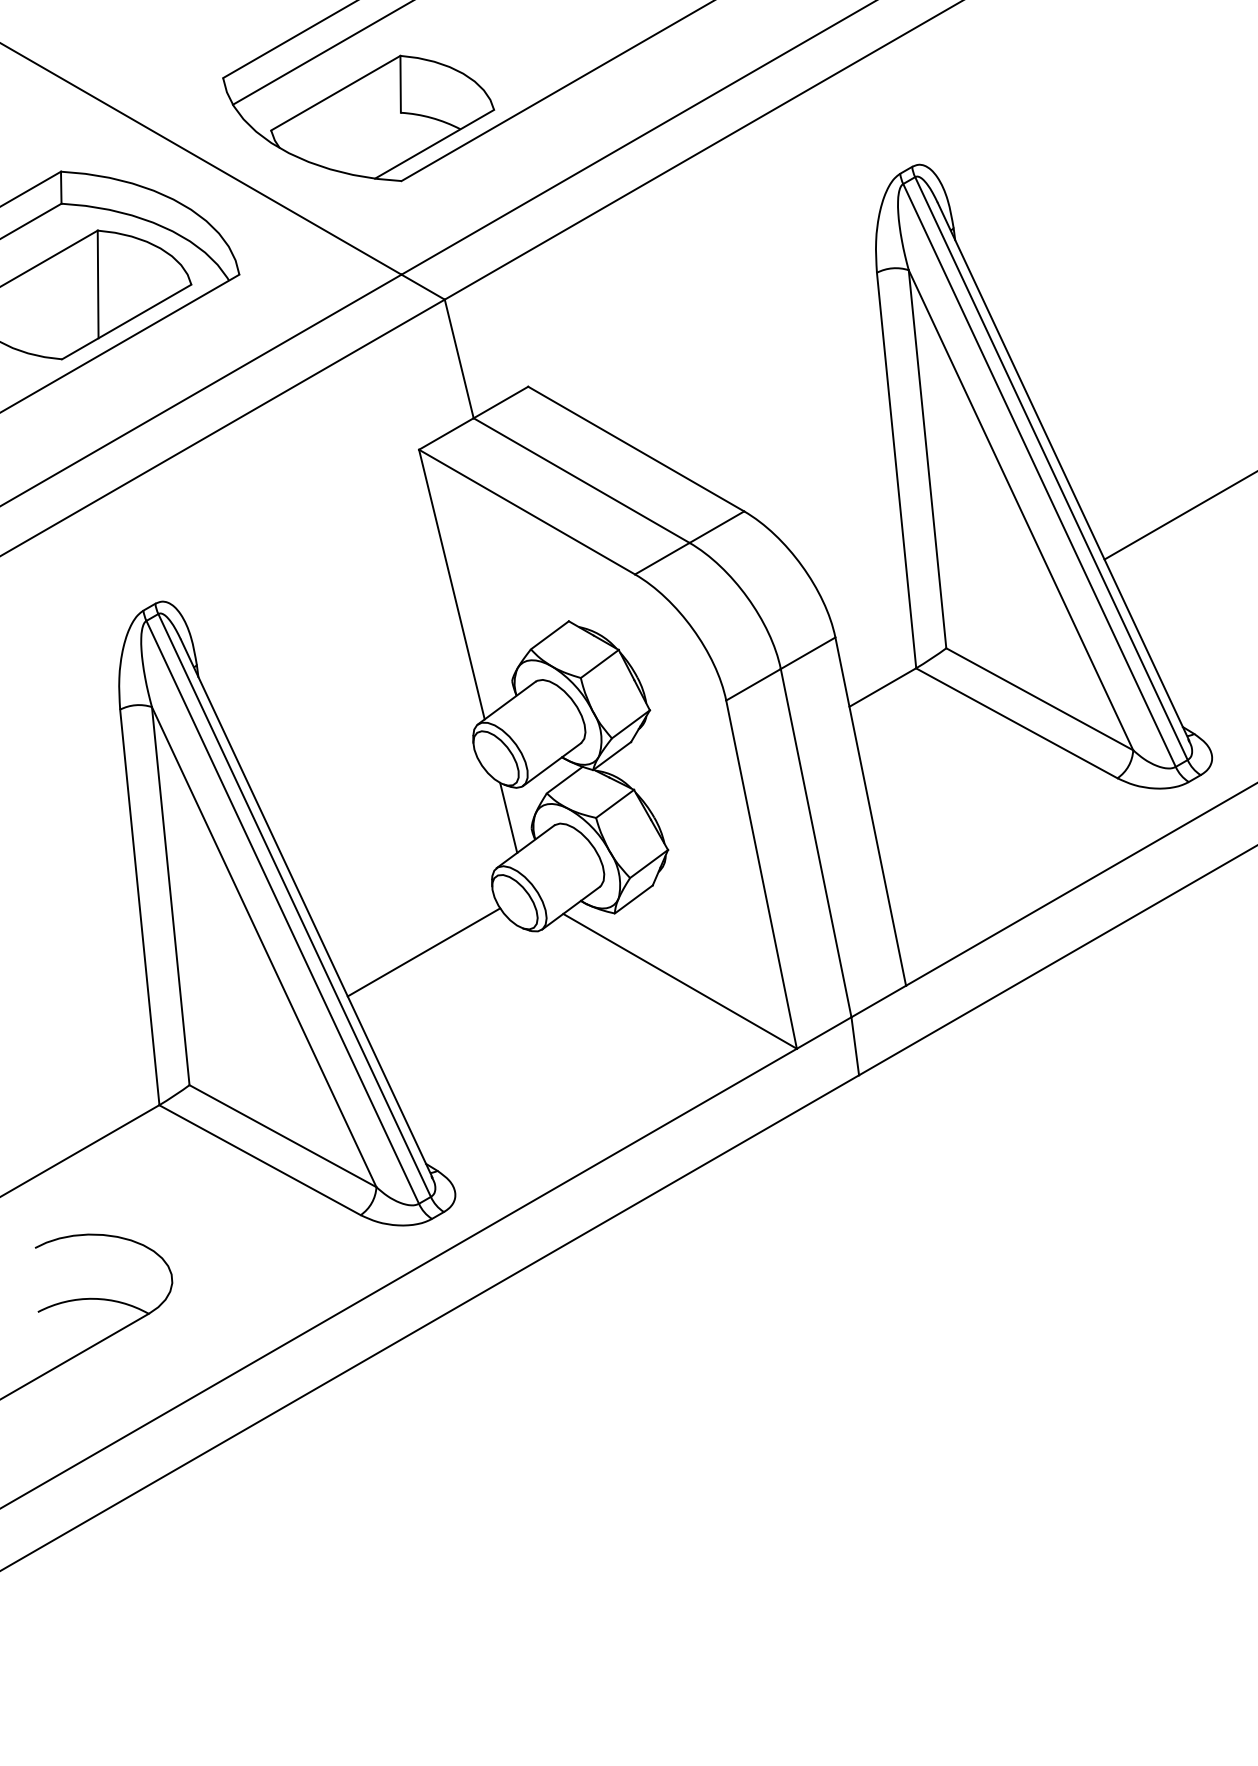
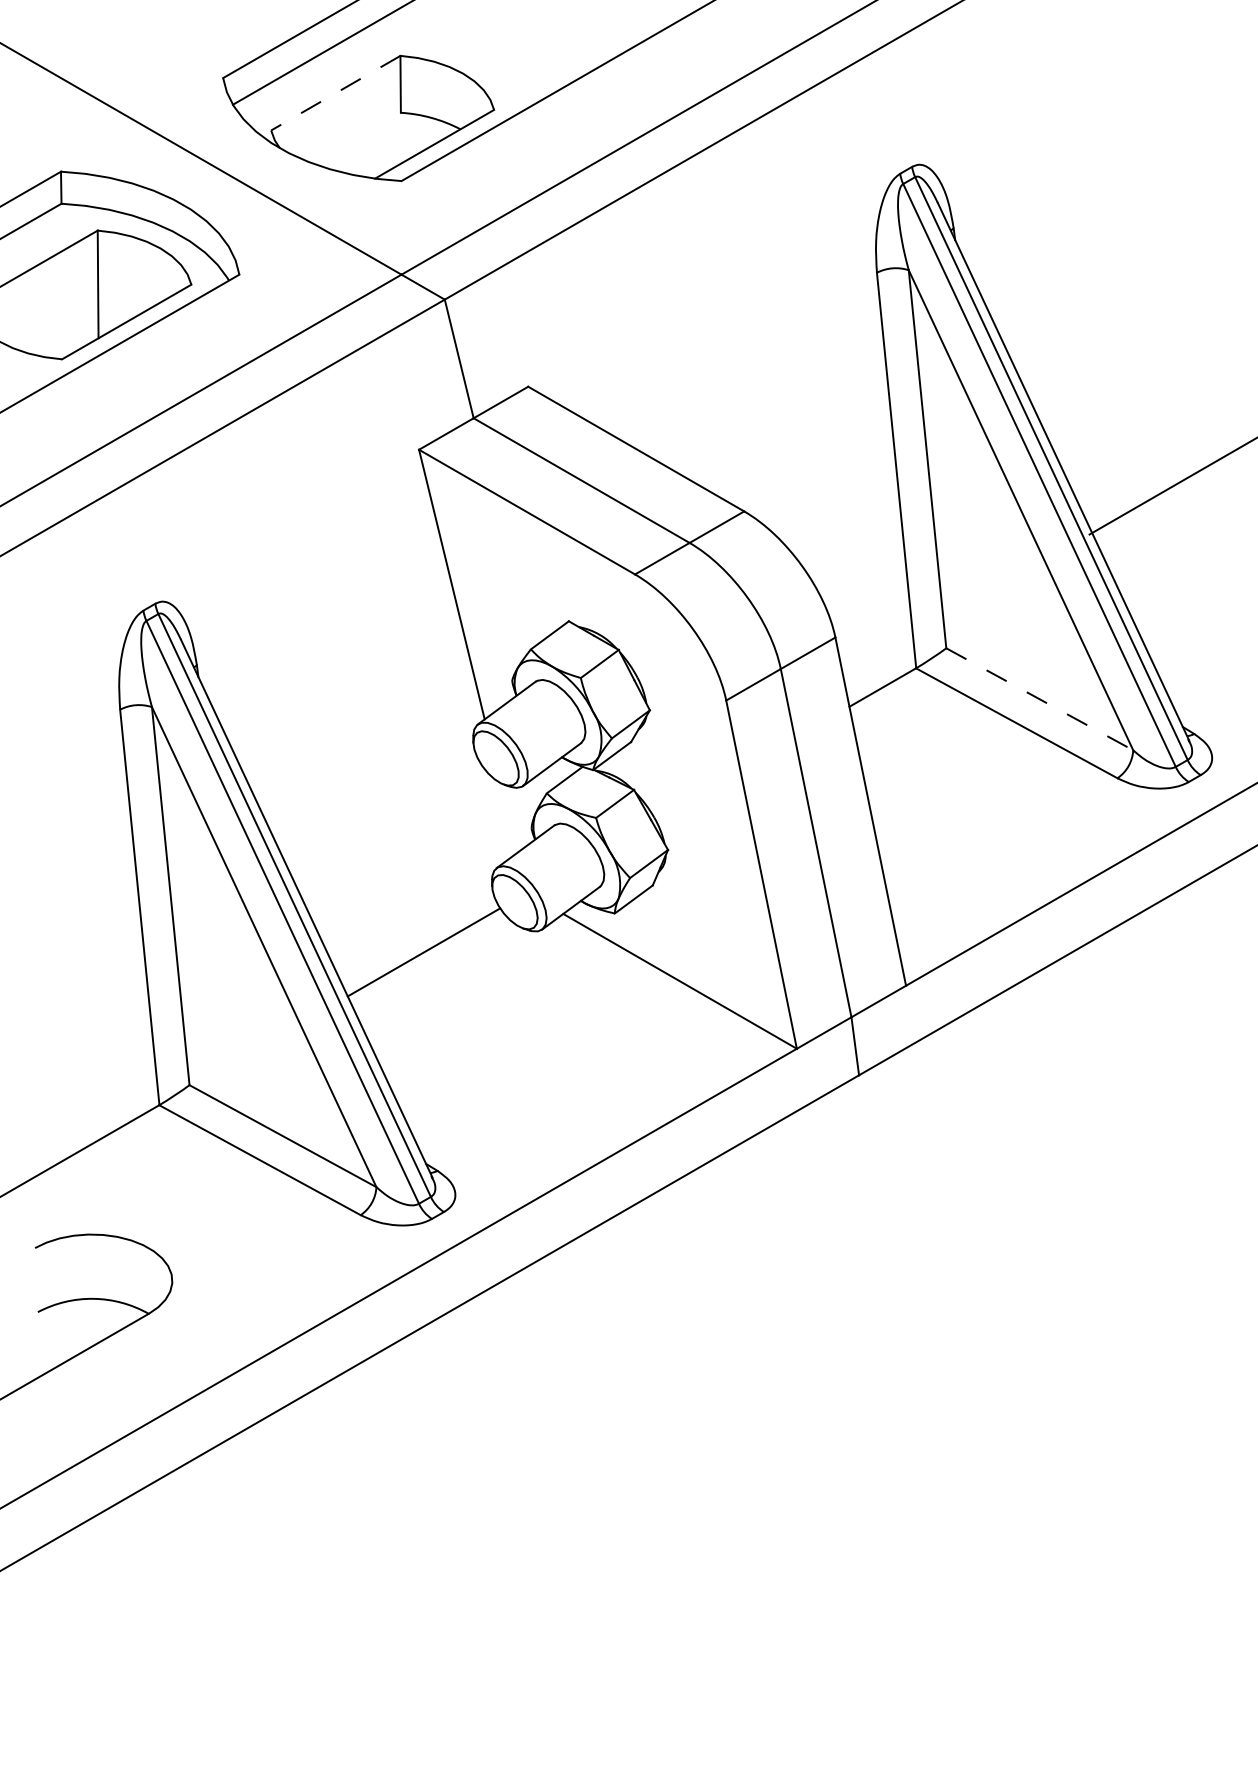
line at (335, 93): solid -> dashed
line at (1179, 516) position: (1179, 516) -> (1171, 486)
line at (1040, 699): solid -> dashed
line at (508, 817): present -> none
